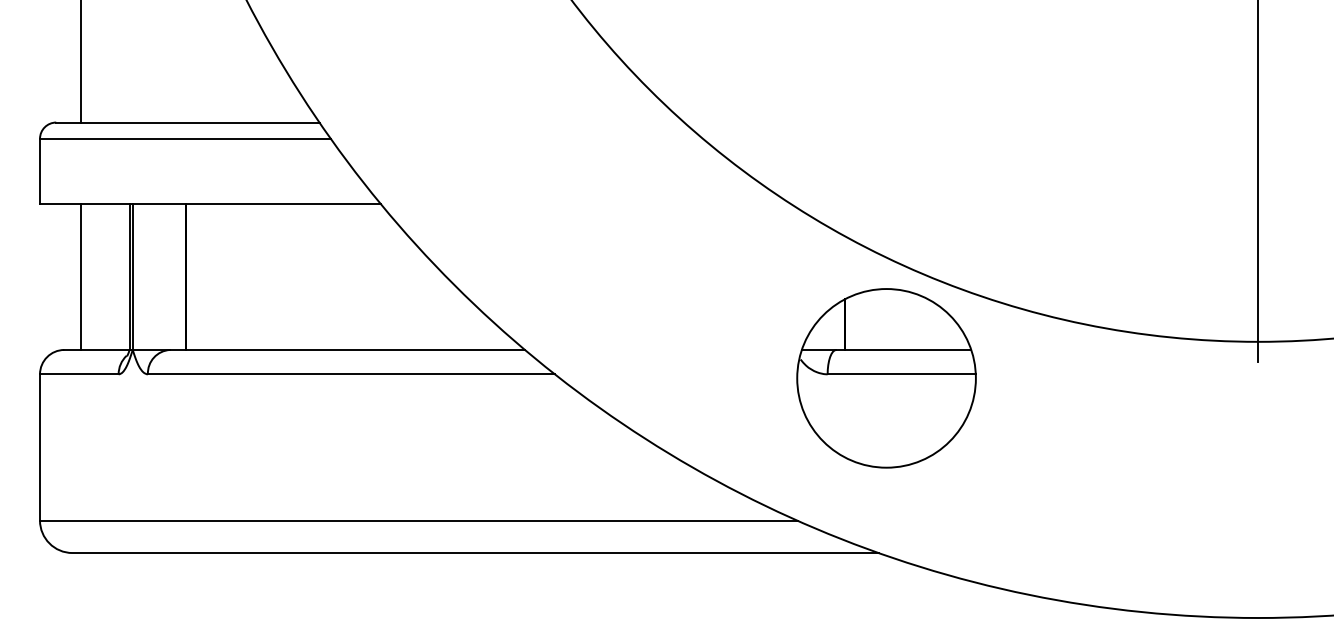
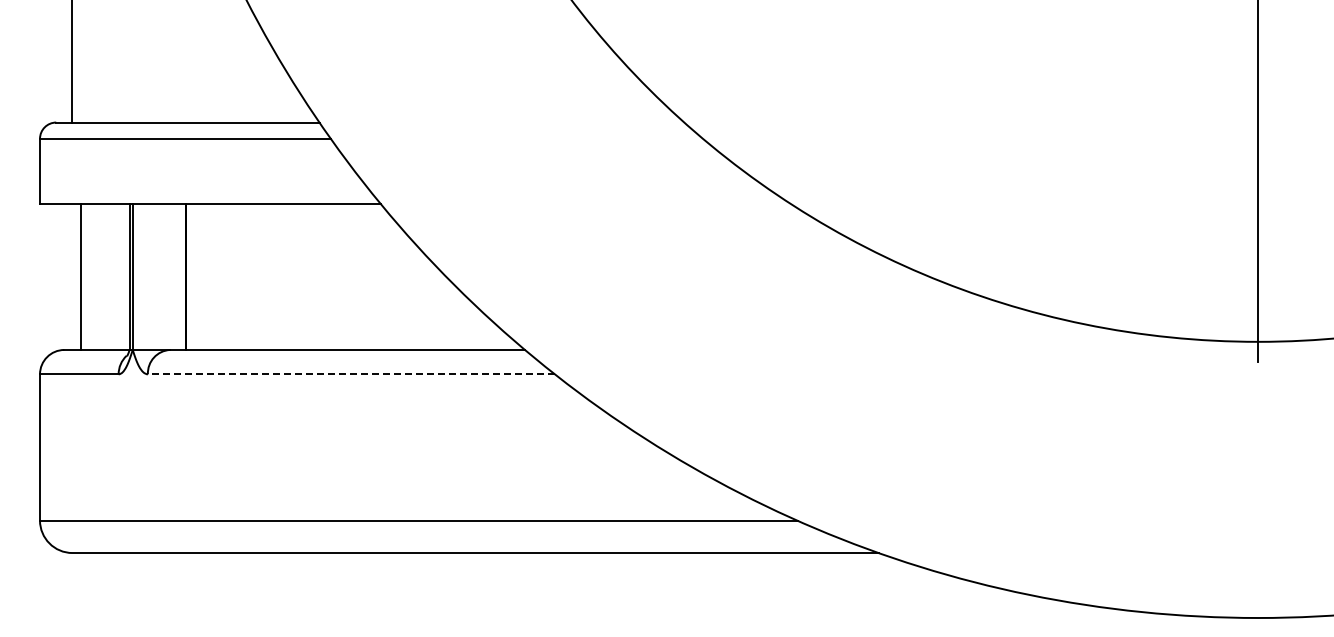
line at (80, 62) position: (80, 62) -> (71, 62)
line at (350, 374): solid -> dashed
part at (886, 378): present -> none
